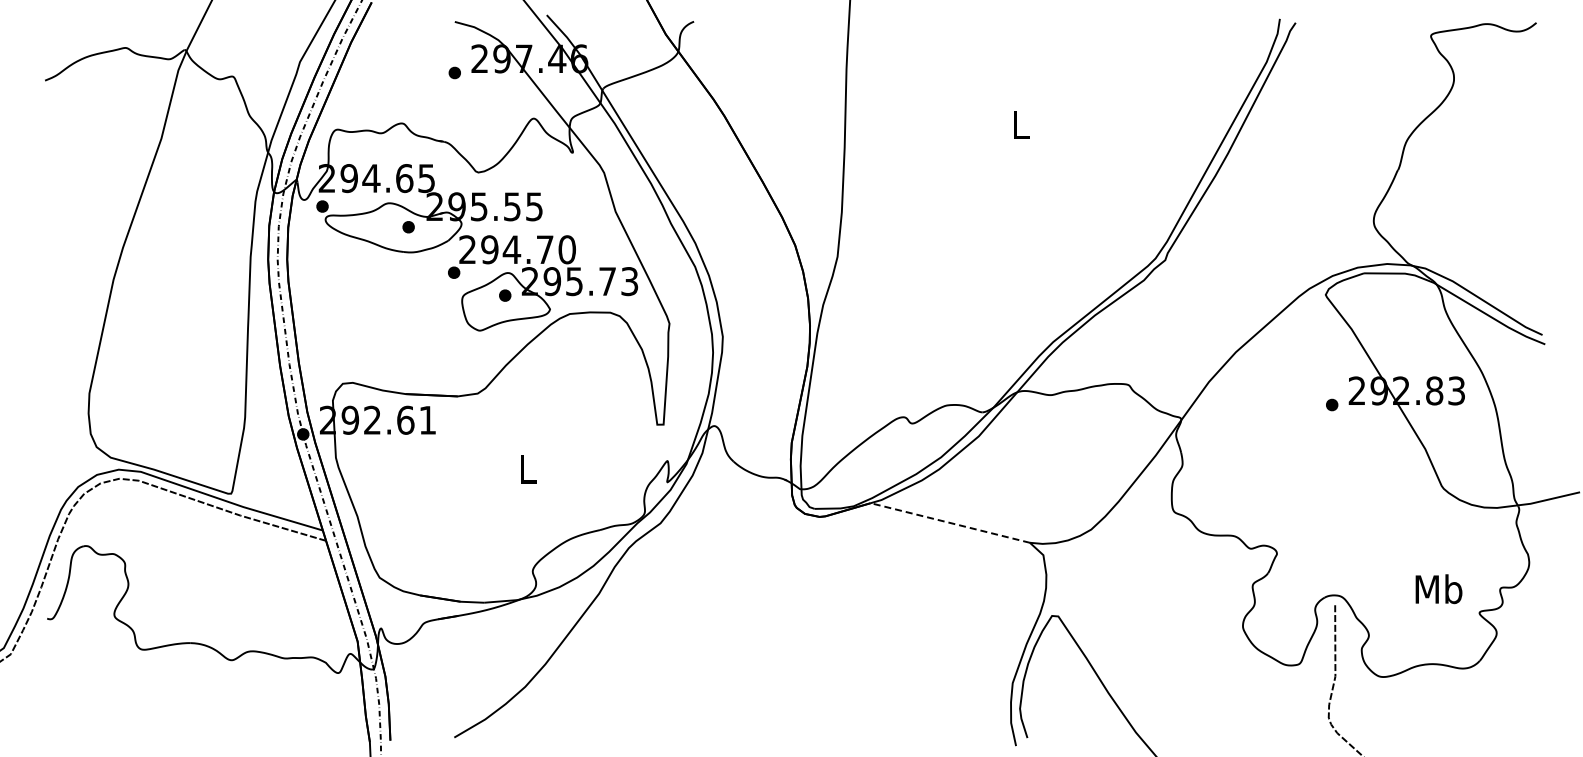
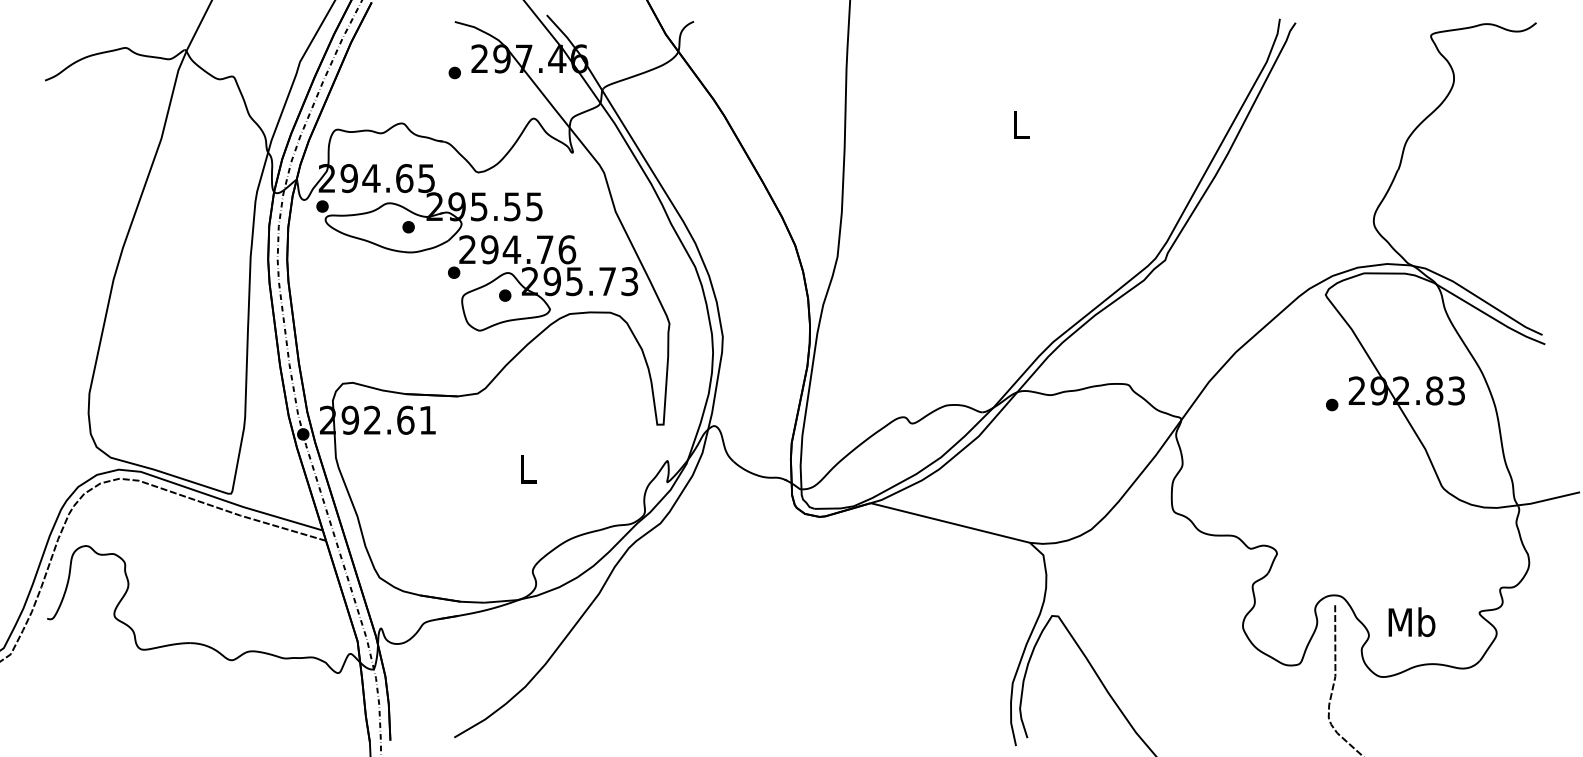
text at (567, 249): 294.70 -> 294.76
line at (949, 522): dashed -> solid
text at (1438, 589) position: (1438, 589) -> (1411, 622)
